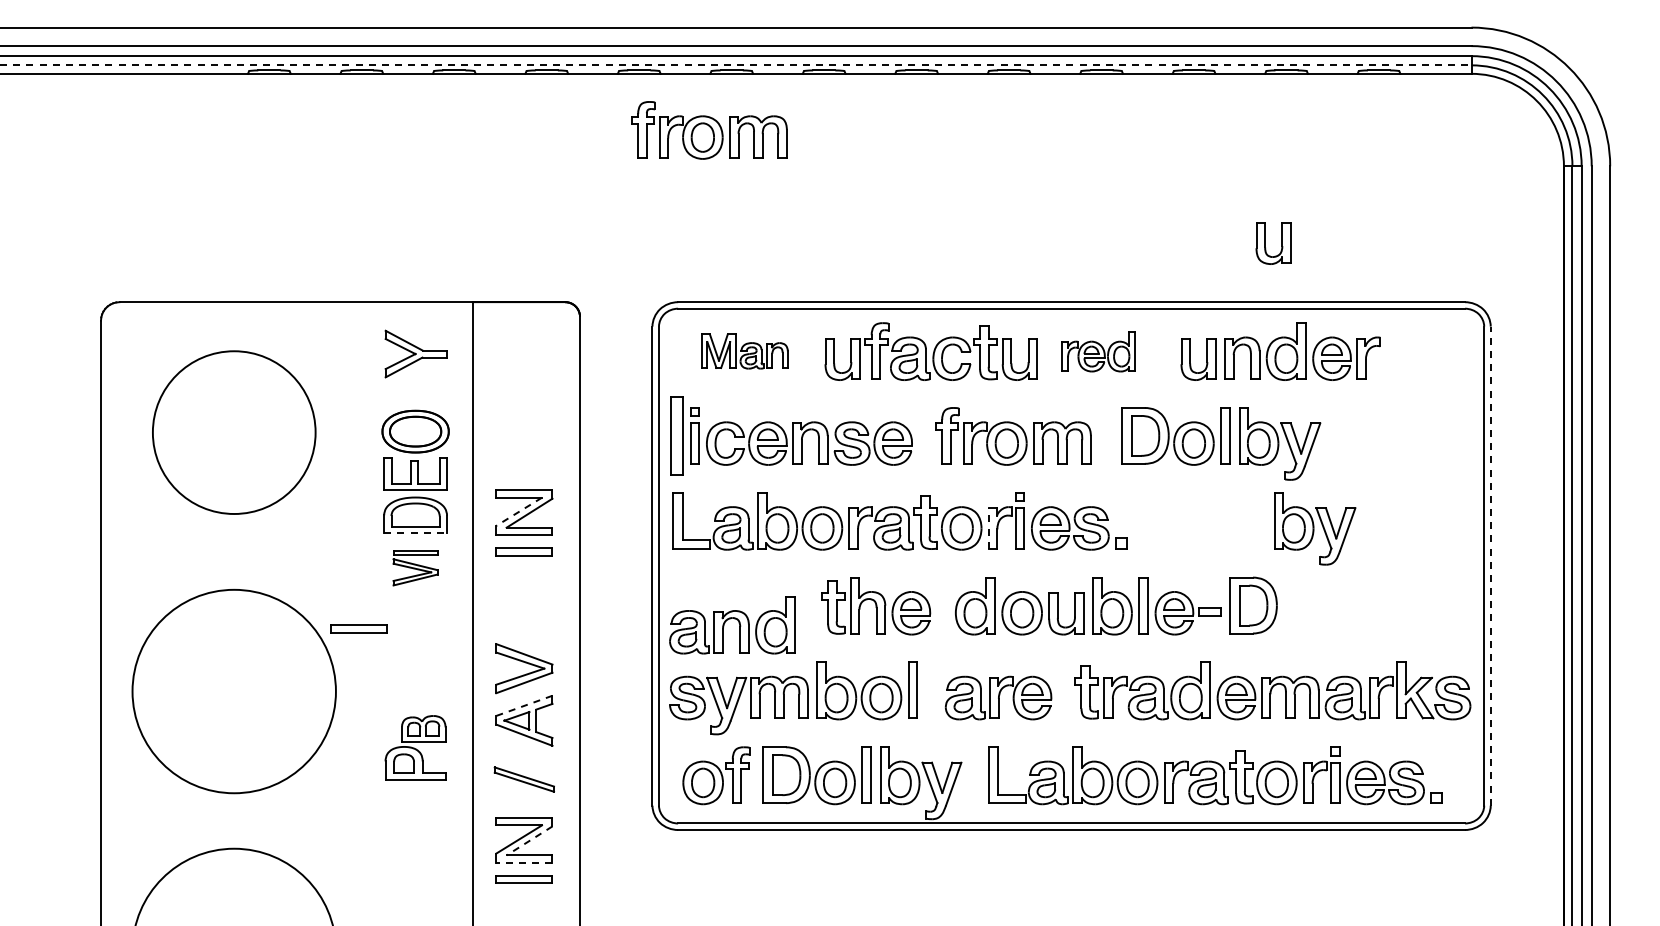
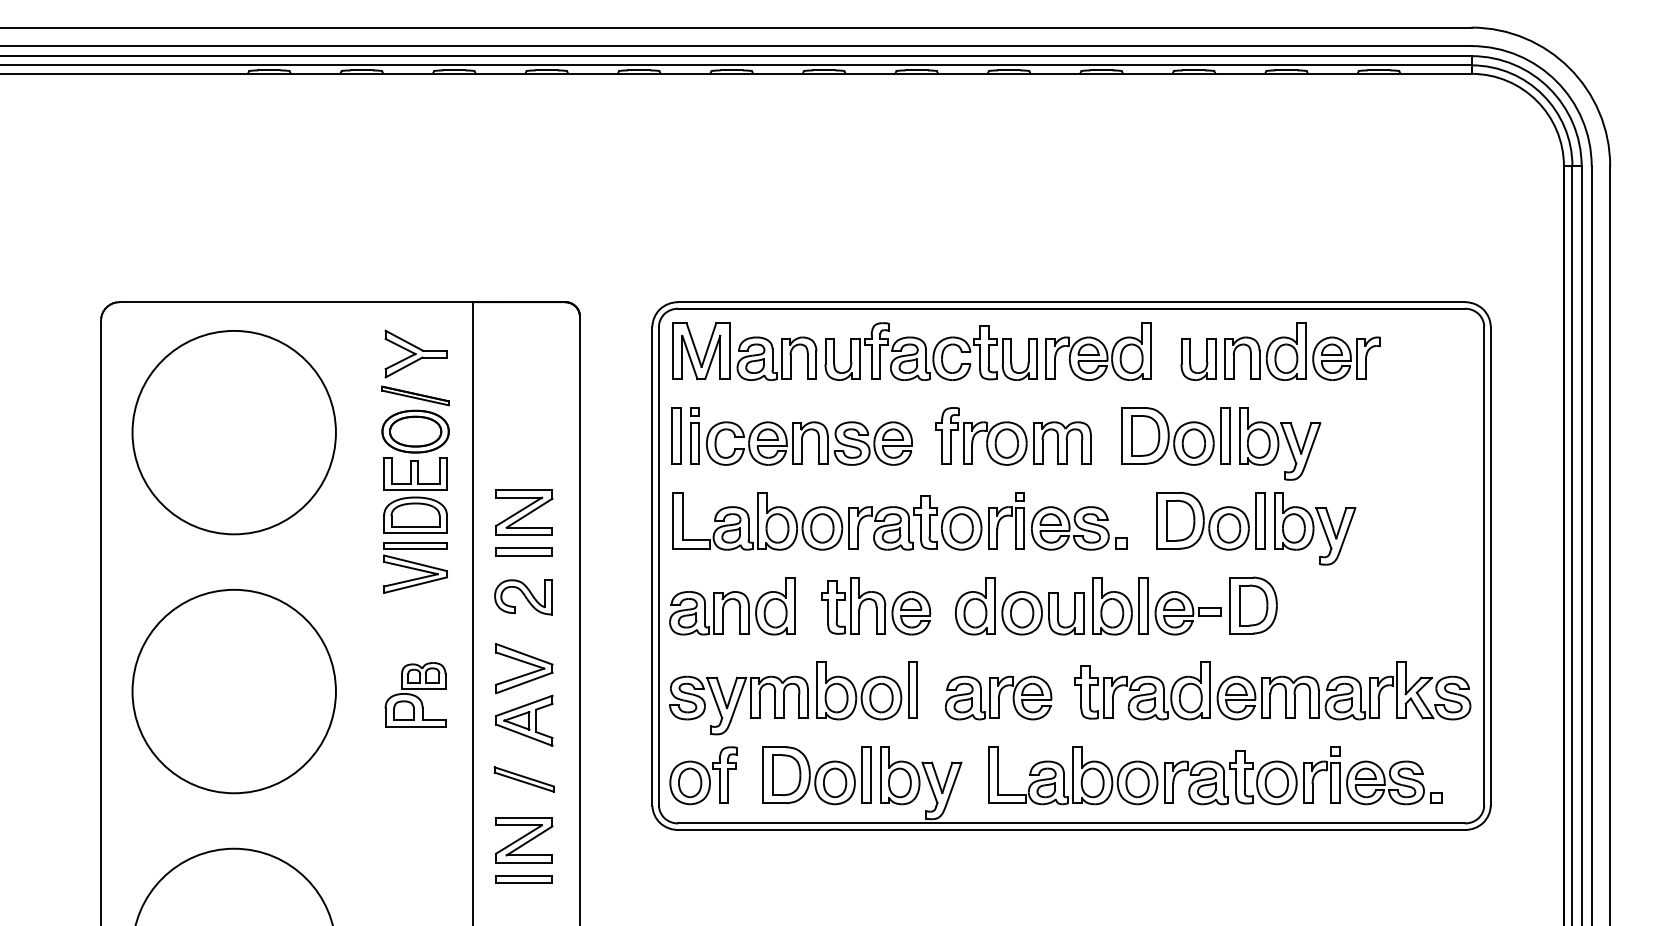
line at (736, 65): dashed -> solid
part at (709, 130): present -> none
part at (1265, 243): present -> none
part at (744, 351) size: 88x37 px -> 146x59 px
part at (1098, 351) size: 75x42 px -> 107x59 px
part at (415, 395): none -> present
circle at (233, 432) diameter: 163 px -> 203 px
part at (676, 435) size: 14x80 px -> 11x58 px
line at (519, 511): dashed -> solid
part at (1210, 520): none -> present
line at (988, 527): dashed -> solid
line at (416, 532): dashed -> solid
line at (1490, 566): dashed -> solid
part at (415, 568) size: 47x37 px -> 65x52 px
part at (523, 597): none -> present
part at (730, 619) position: (730, 619) -> (730, 600)
part at (358, 628): present -> none
line at (524, 705): dashed -> solid
part at (415, 747) position: (415, 747) -> (415, 694)
part at (716, 775) position: (716, 775) -> (703, 775)
line at (529, 841): dashed -> solid
line at (523, 862): dashed -> solid
